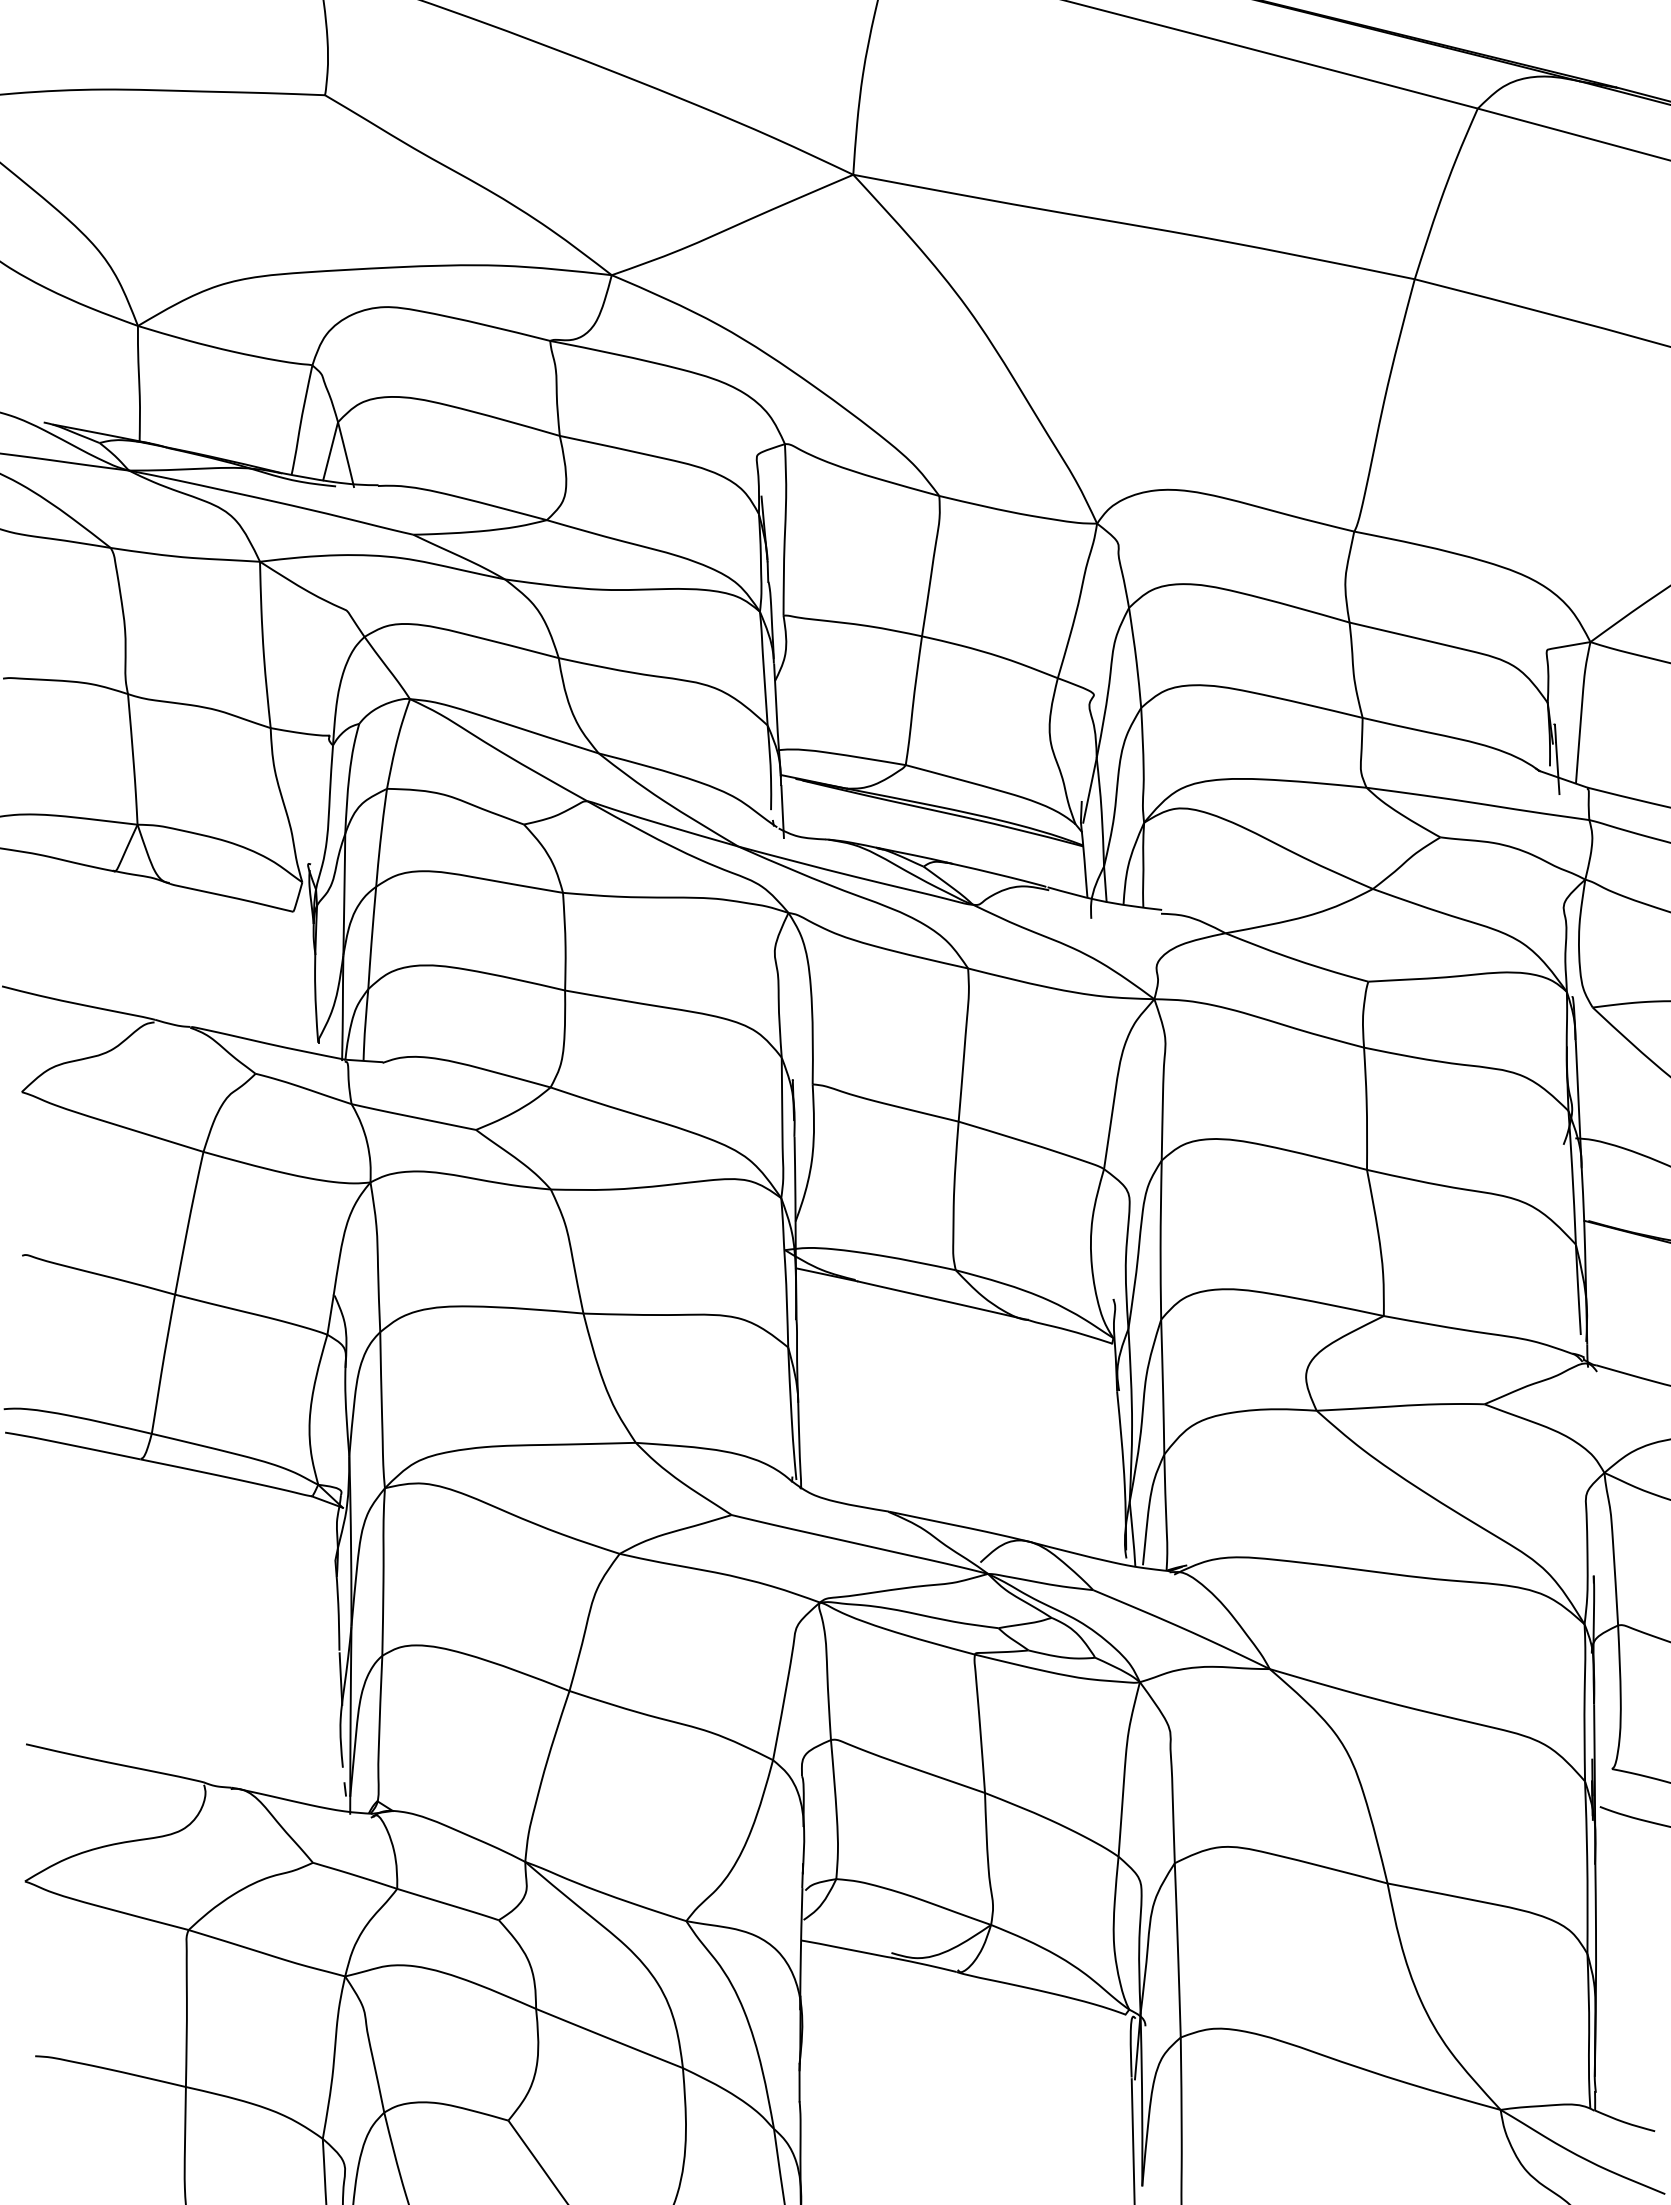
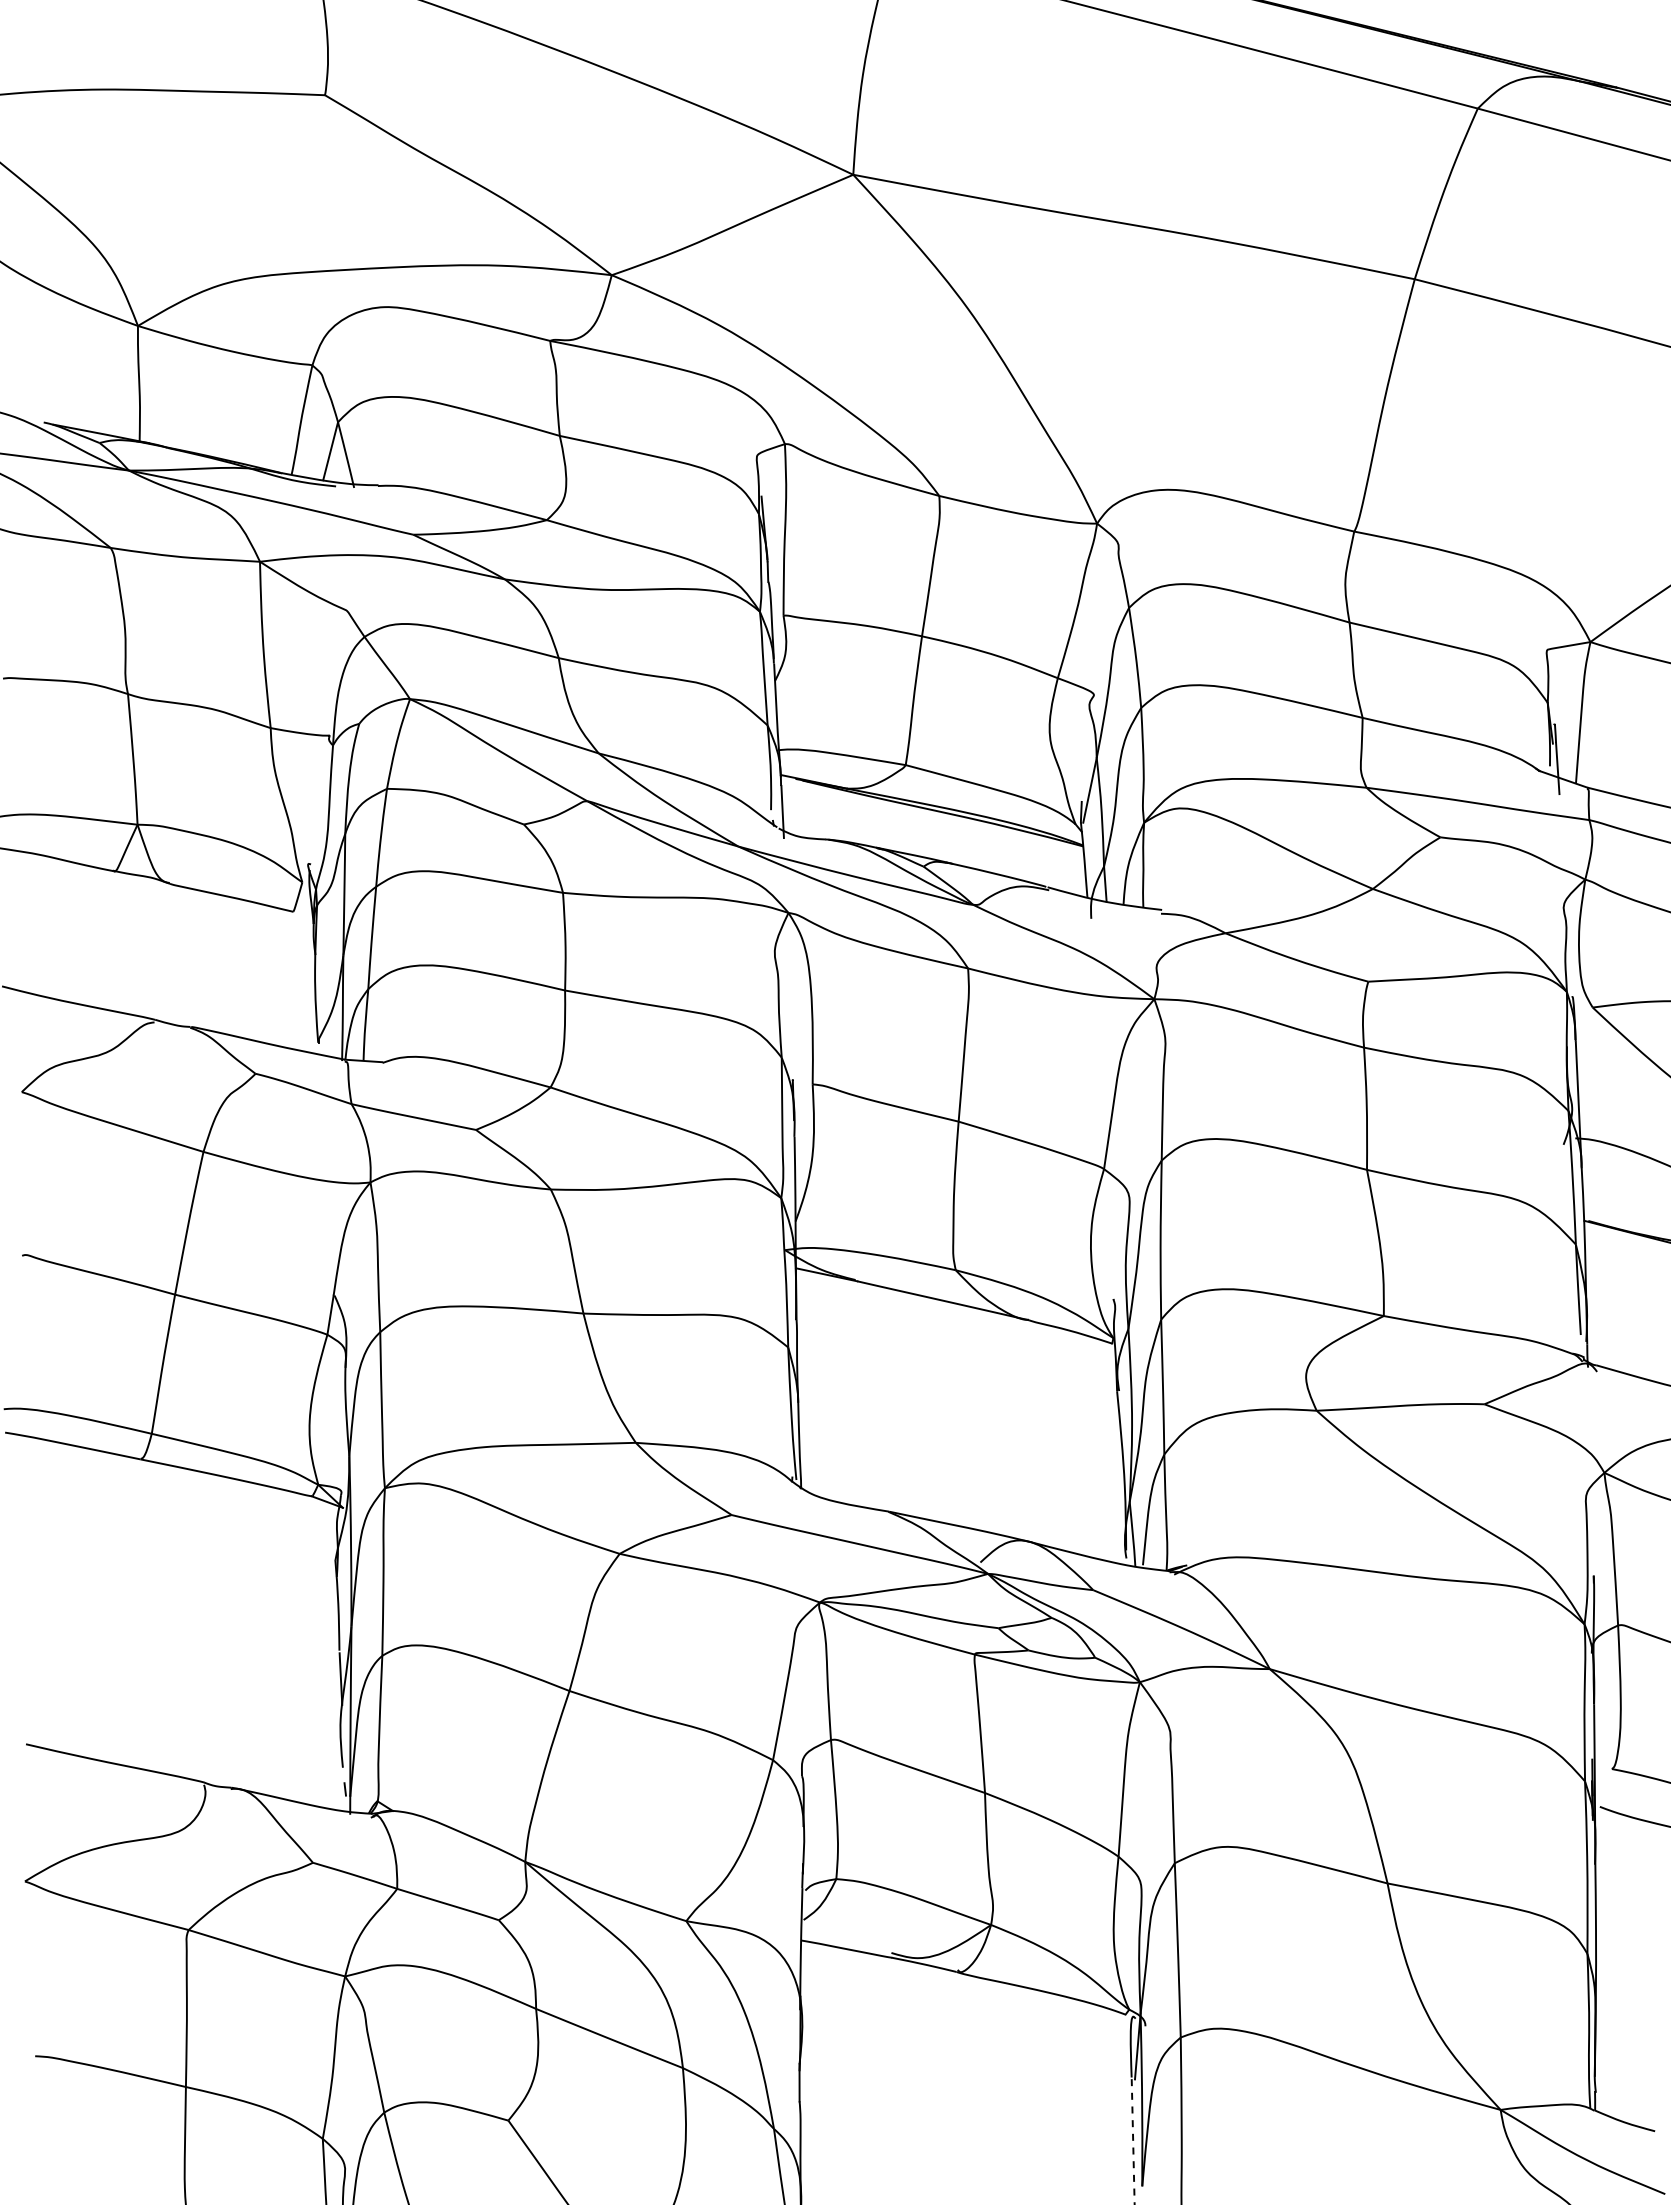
line at (1133, 2141): solid -> dashed
